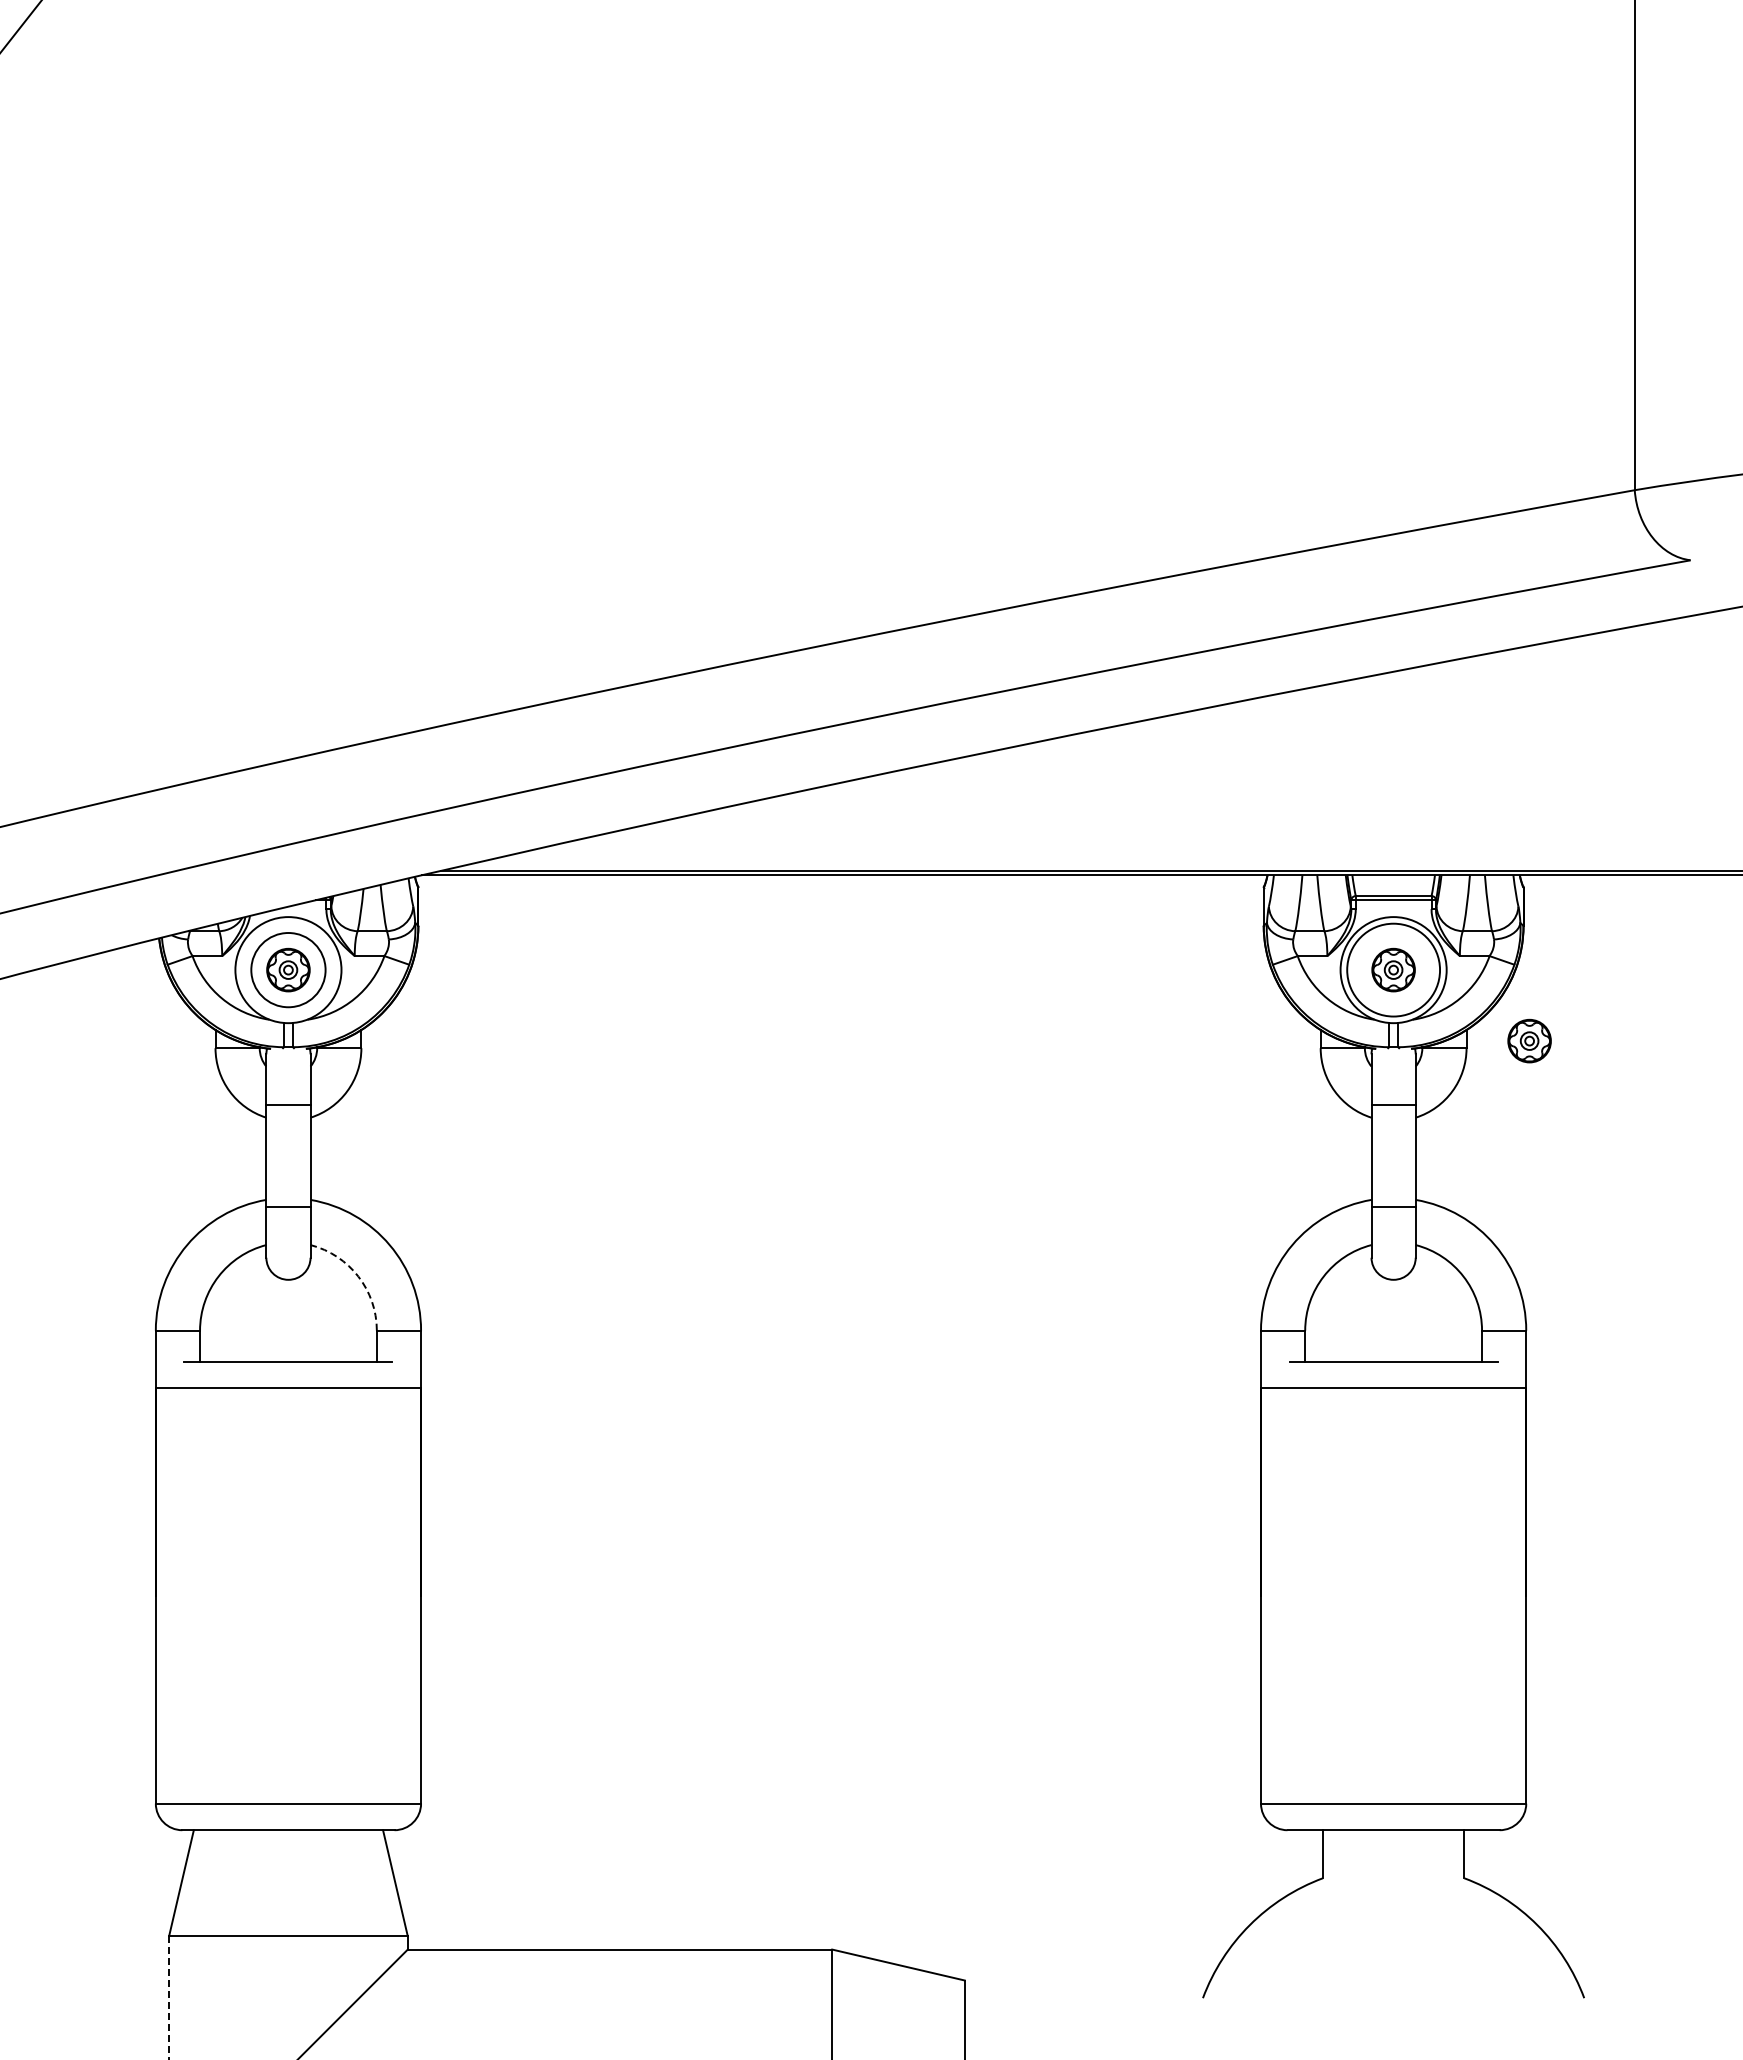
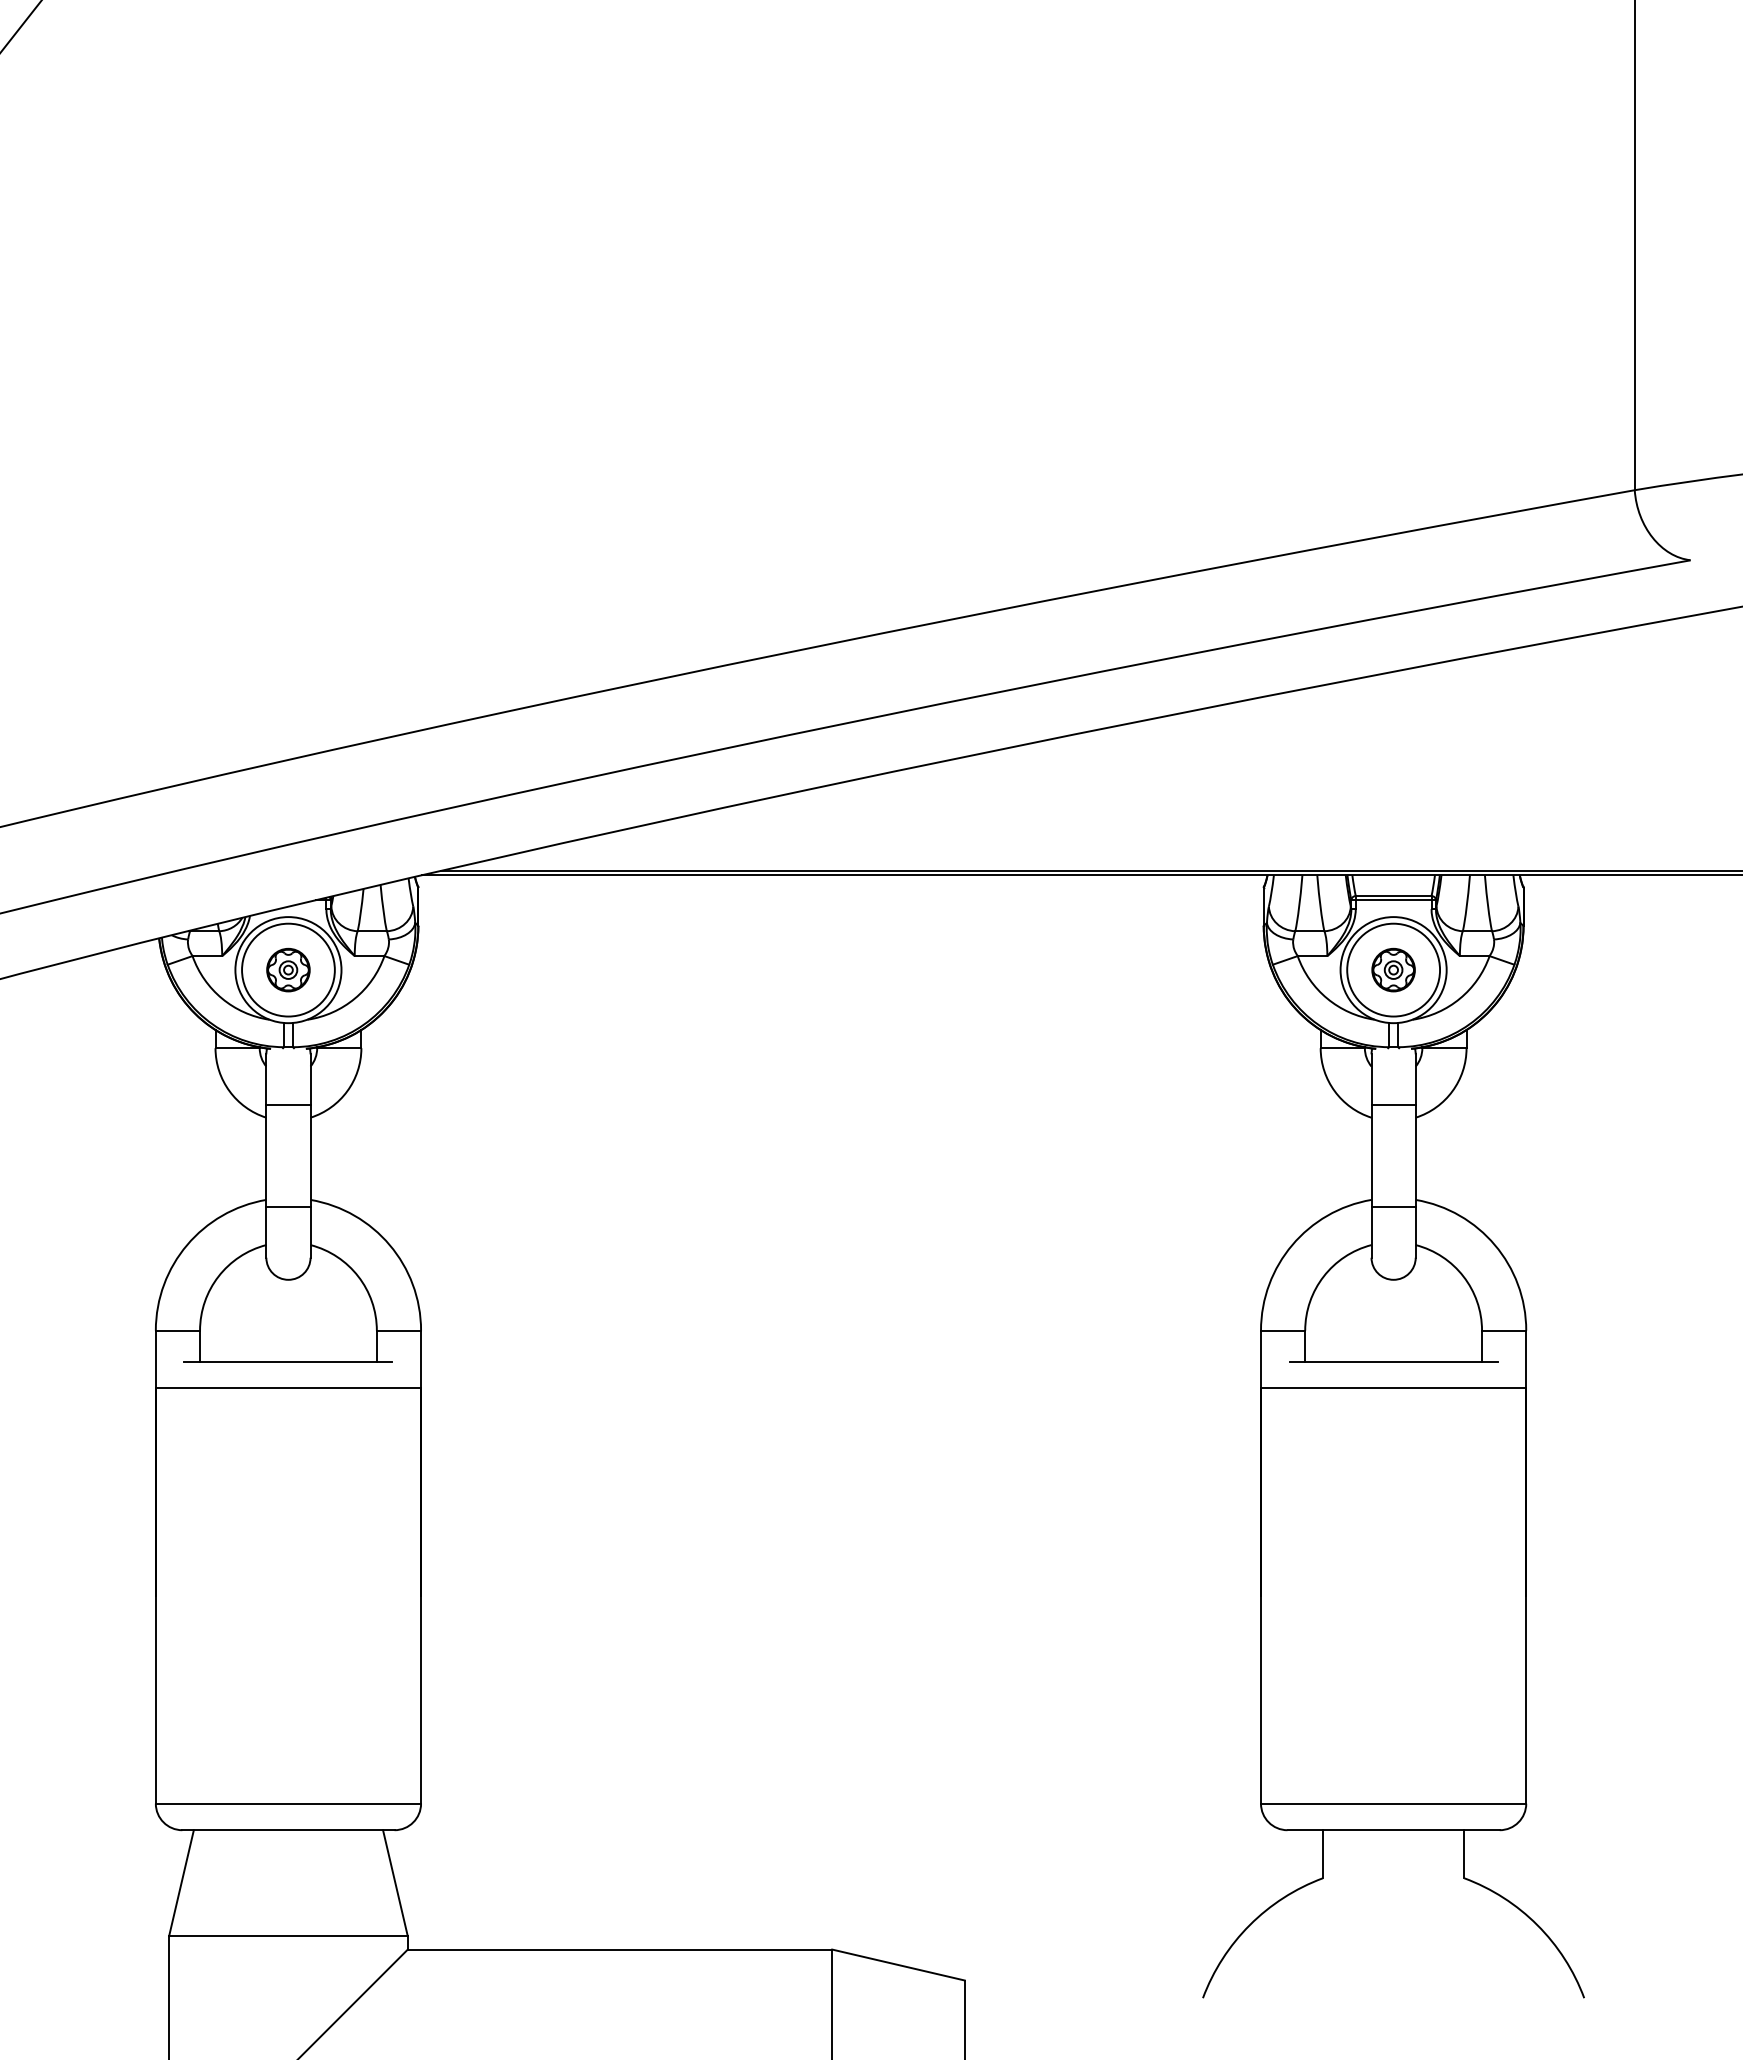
circle at (288, 970) diameter: 74 px -> 93 px
part at (1529, 1040): present -> none
arc at (358, 1276): dashed -> solid
line at (169, 1998): dashed -> solid
